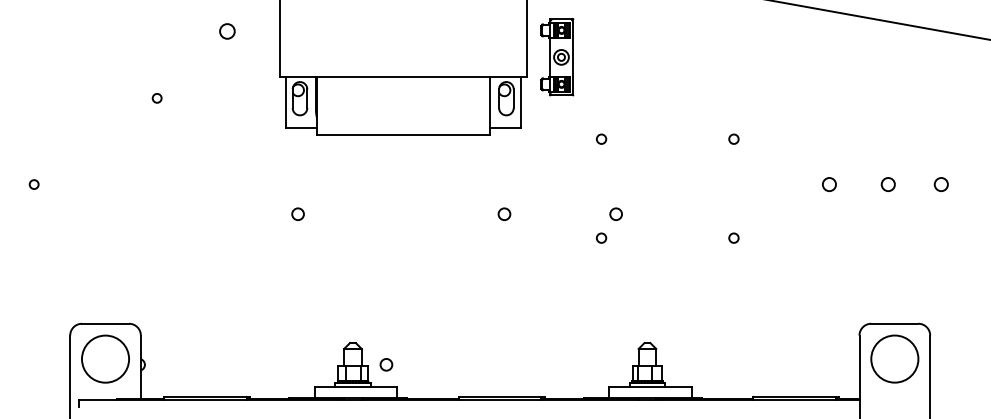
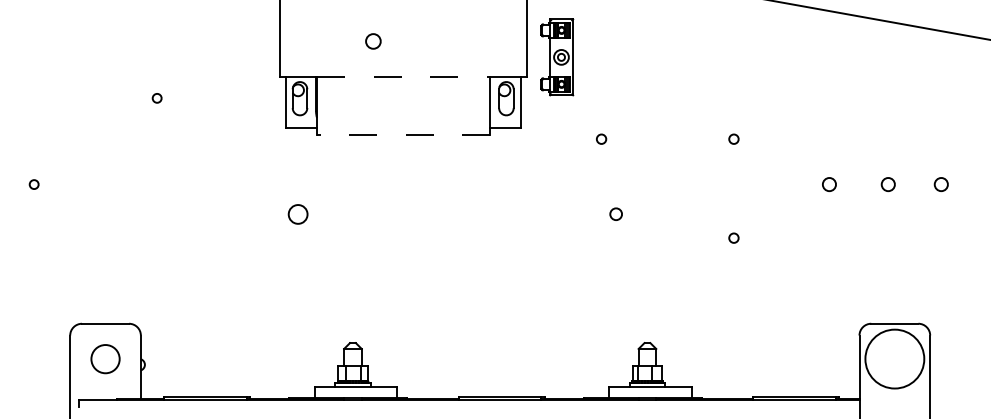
circle at (227, 31) position: (227, 31) -> (373, 41)
line at (403, 77): solid -> dashed
line at (403, 134): solid -> dashed
circle at (297, 213) size: 14x14 px -> 22x21 px
circle at (504, 213): present -> none
circle at (601, 237): present -> none
circle at (105, 358) diameter: 47 px -> 28 px
circle at (894, 358) diameter: 47 px -> 59 px
circle at (386, 364): present -> none
